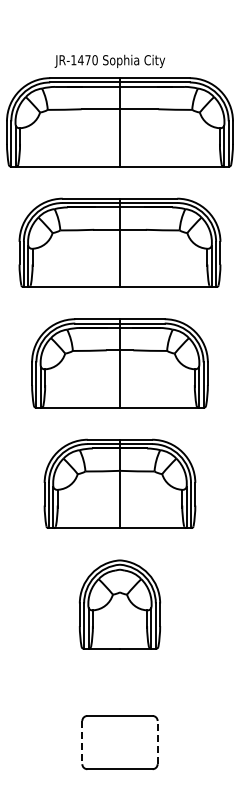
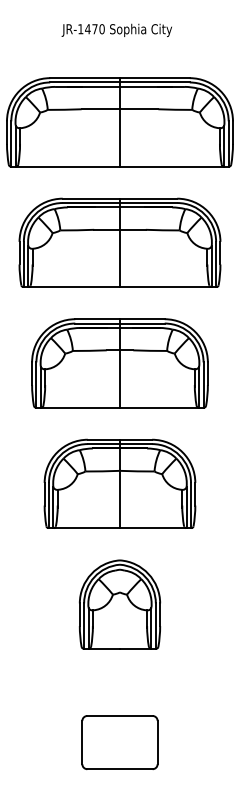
text at (109, 60) position: (109, 60) -> (116, 29)
line at (82, 742): dashed -> solid
line at (157, 742): dashed -> solid
